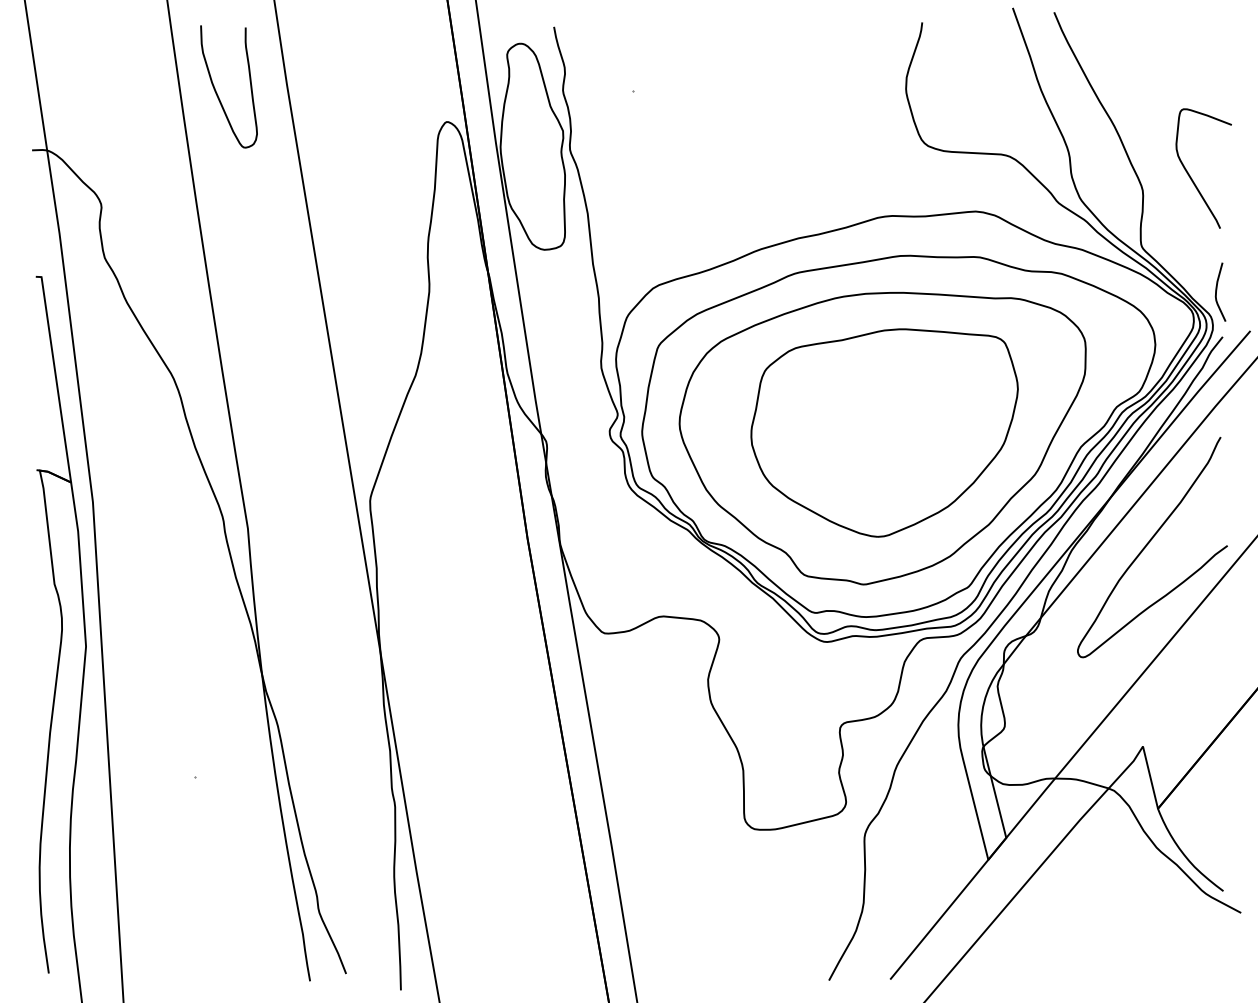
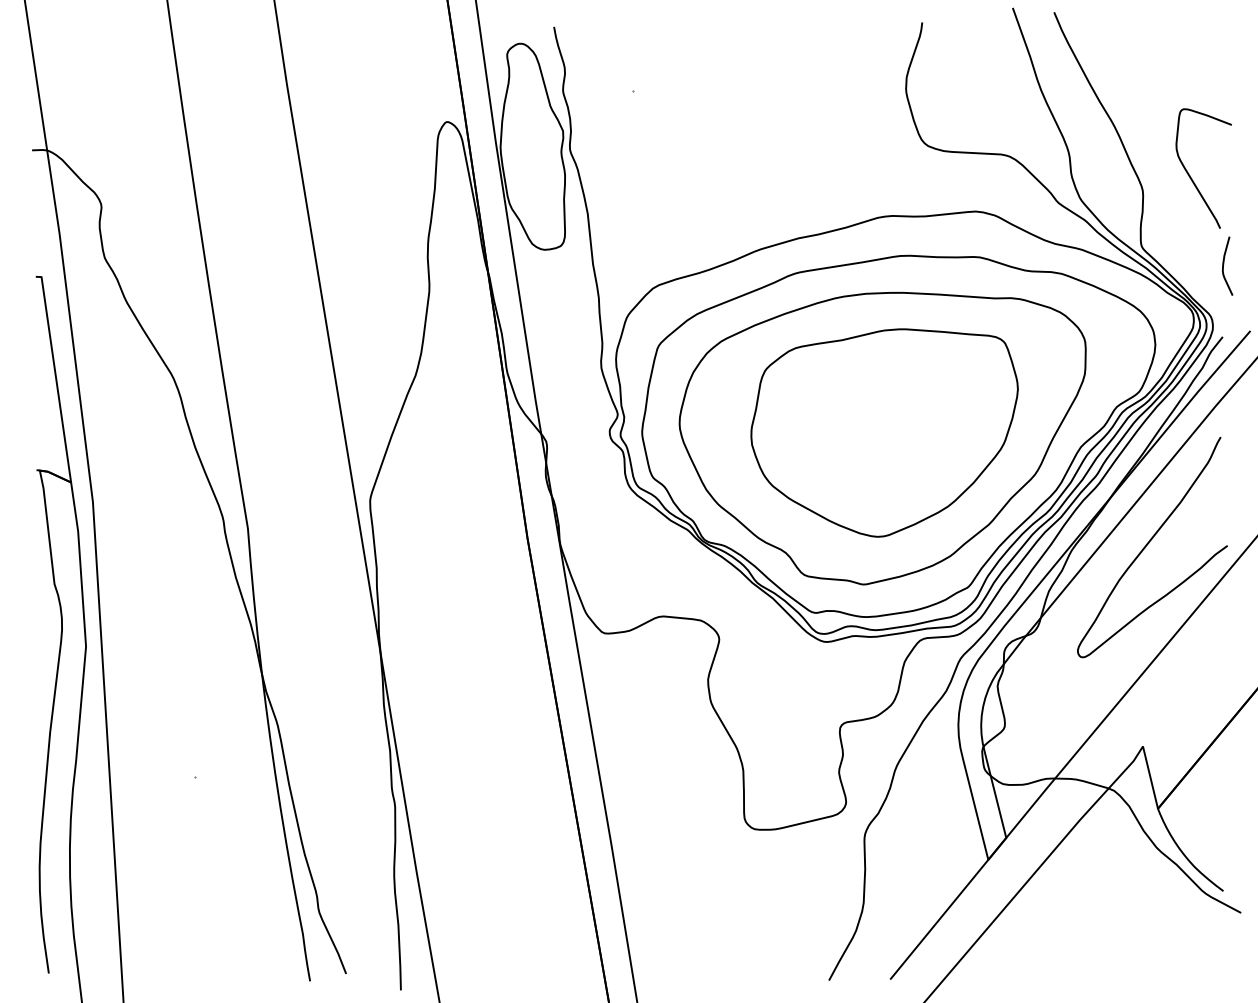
curve at (216, 90): present -> none
curve at (1217, 290) position: (1217, 290) -> (1224, 264)
